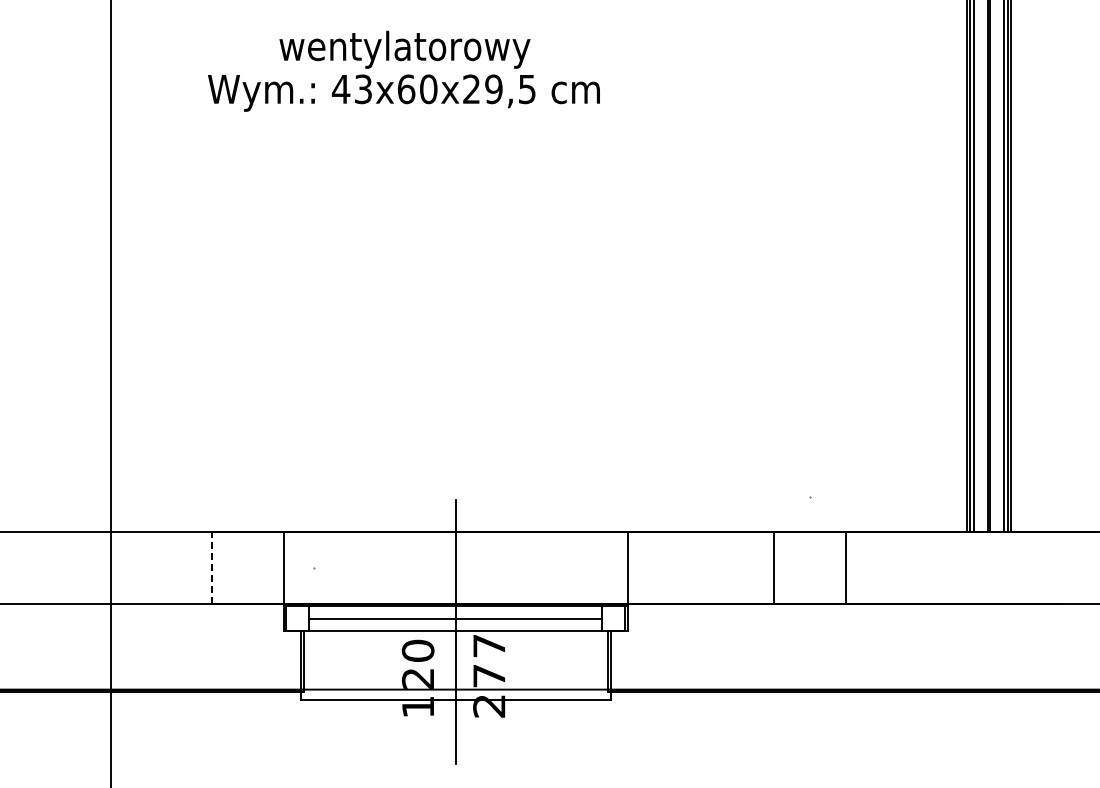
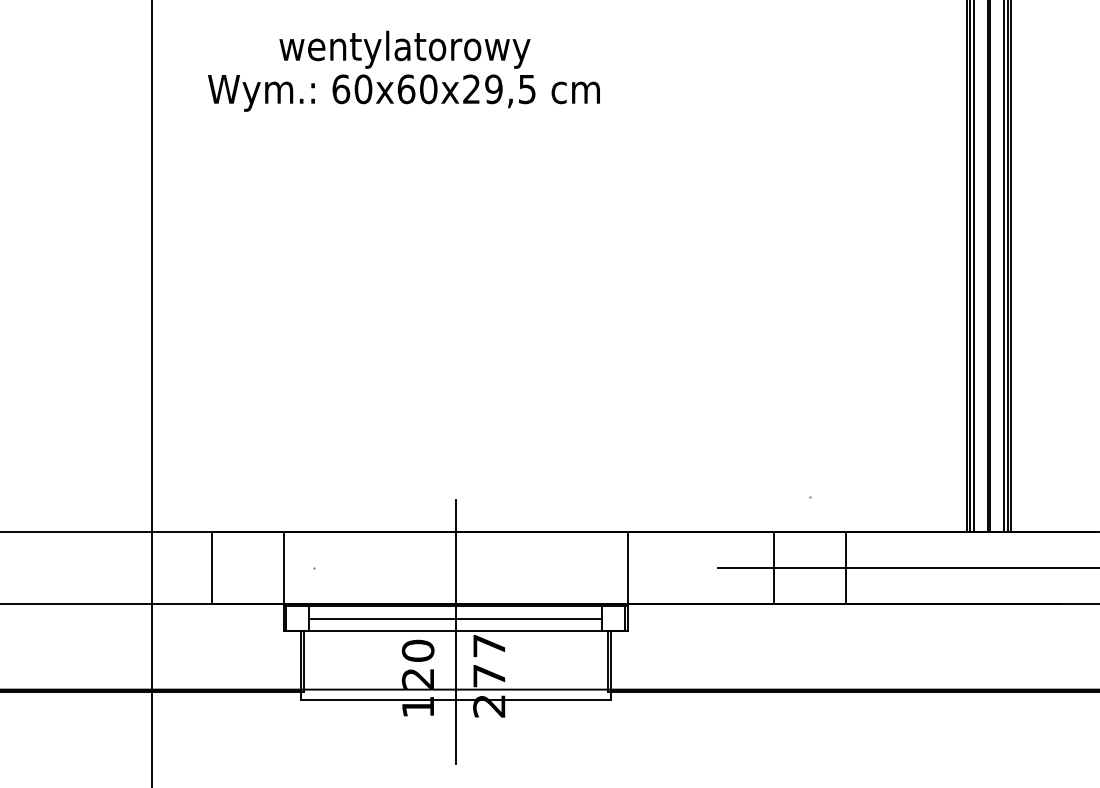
text at (351, 89): 43x60x29,5 -> 60x60x29,5
line at (111, 393) position: (111, 393) -> (152, 393)
line at (211, 567): dashed -> solid
line at (907, 567): none -> present
